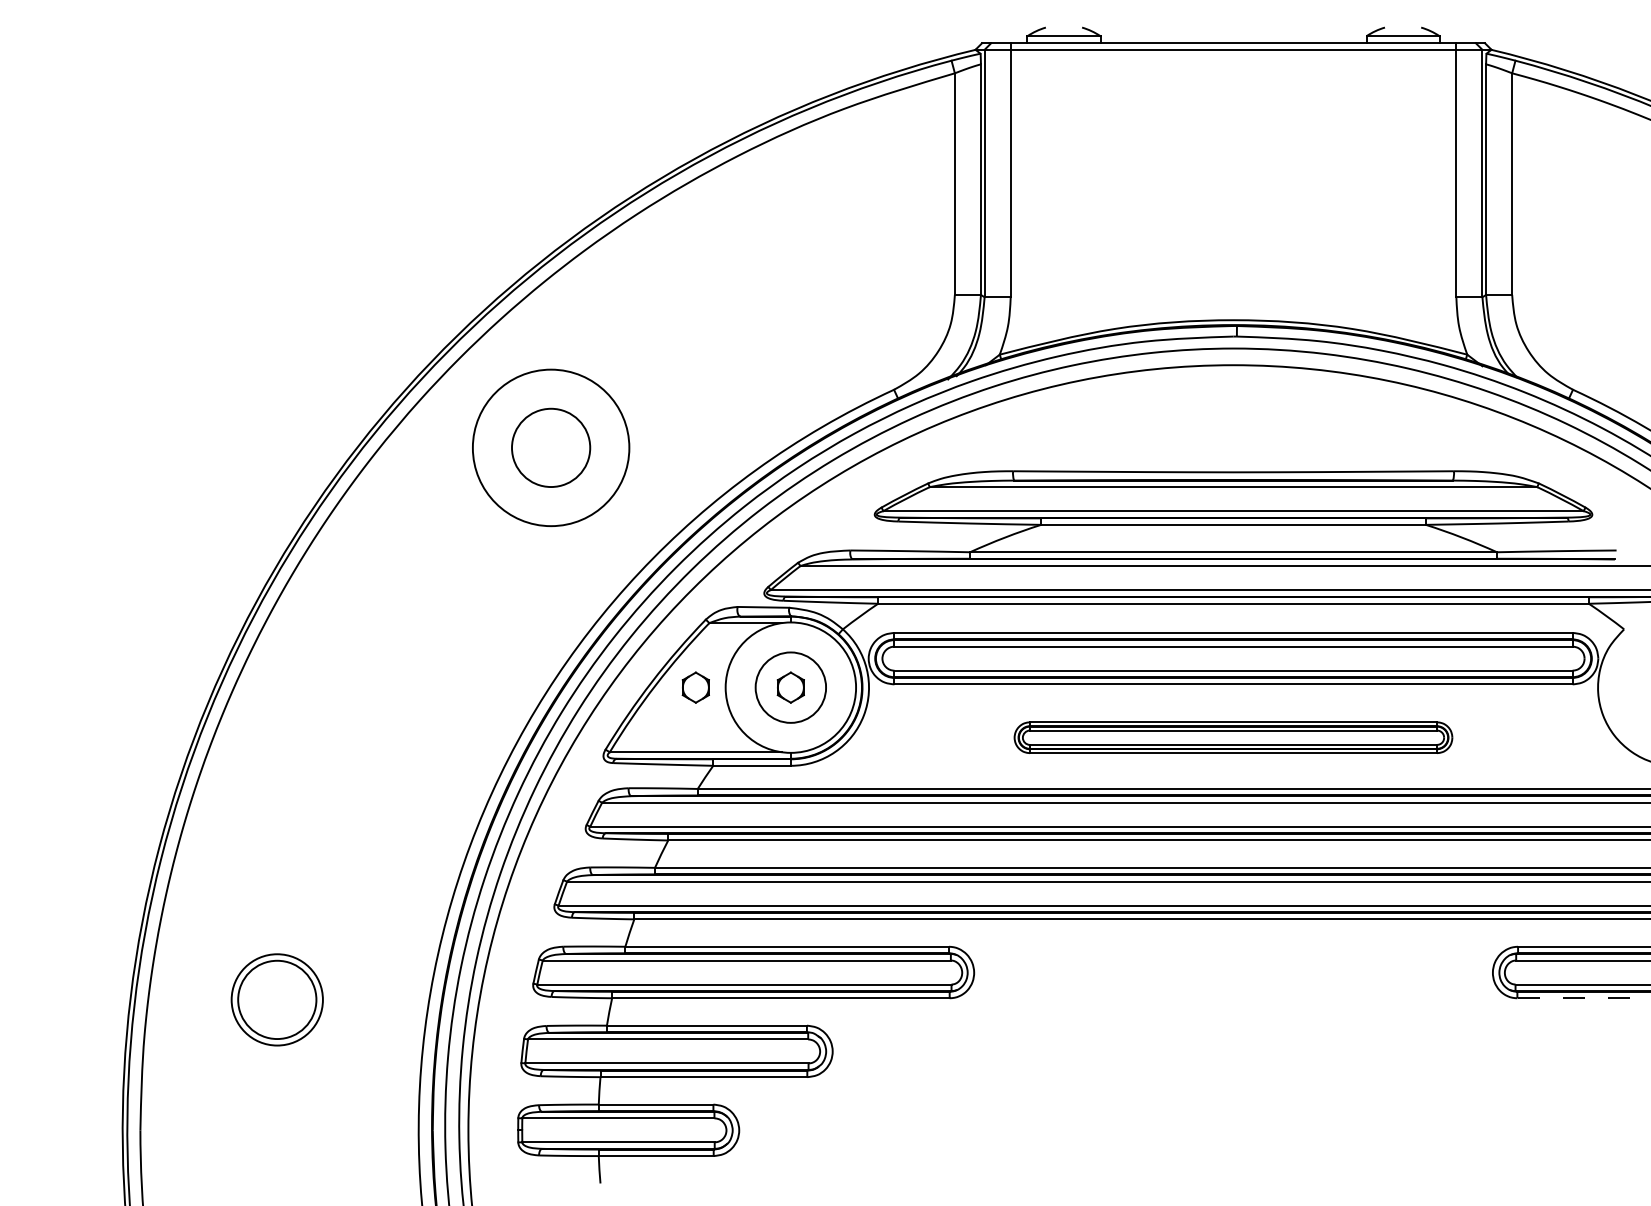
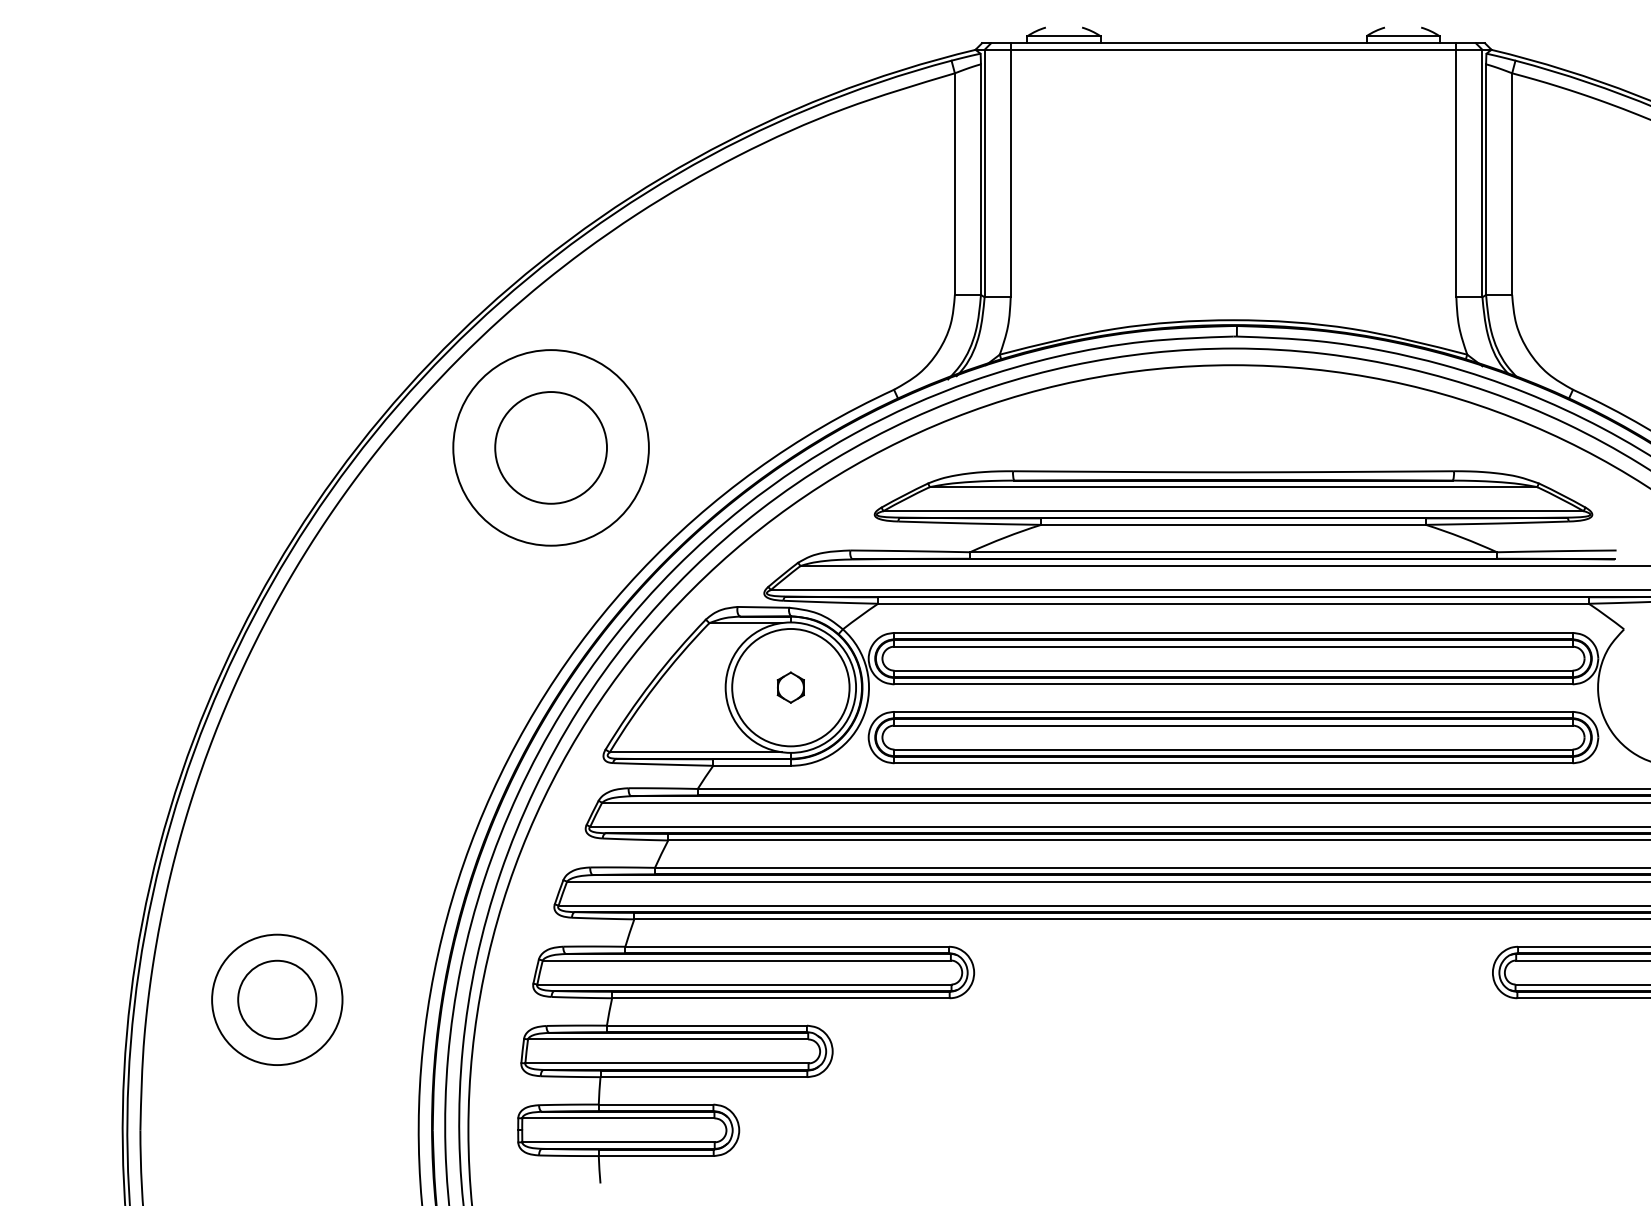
circle at (550, 447) diameter: 156 px -> 196 px
circle at (551, 447) diameter: 78 px -> 112 px
part at (695, 687): present -> none
circle at (790, 687) diameter: 70 px -> 117 px
part at (1233, 737) size: 441x33 px -> 733x54 px
line at (1583, 998): dashed -> solid
circle at (276, 999) diameter: 91 px -> 130 px
